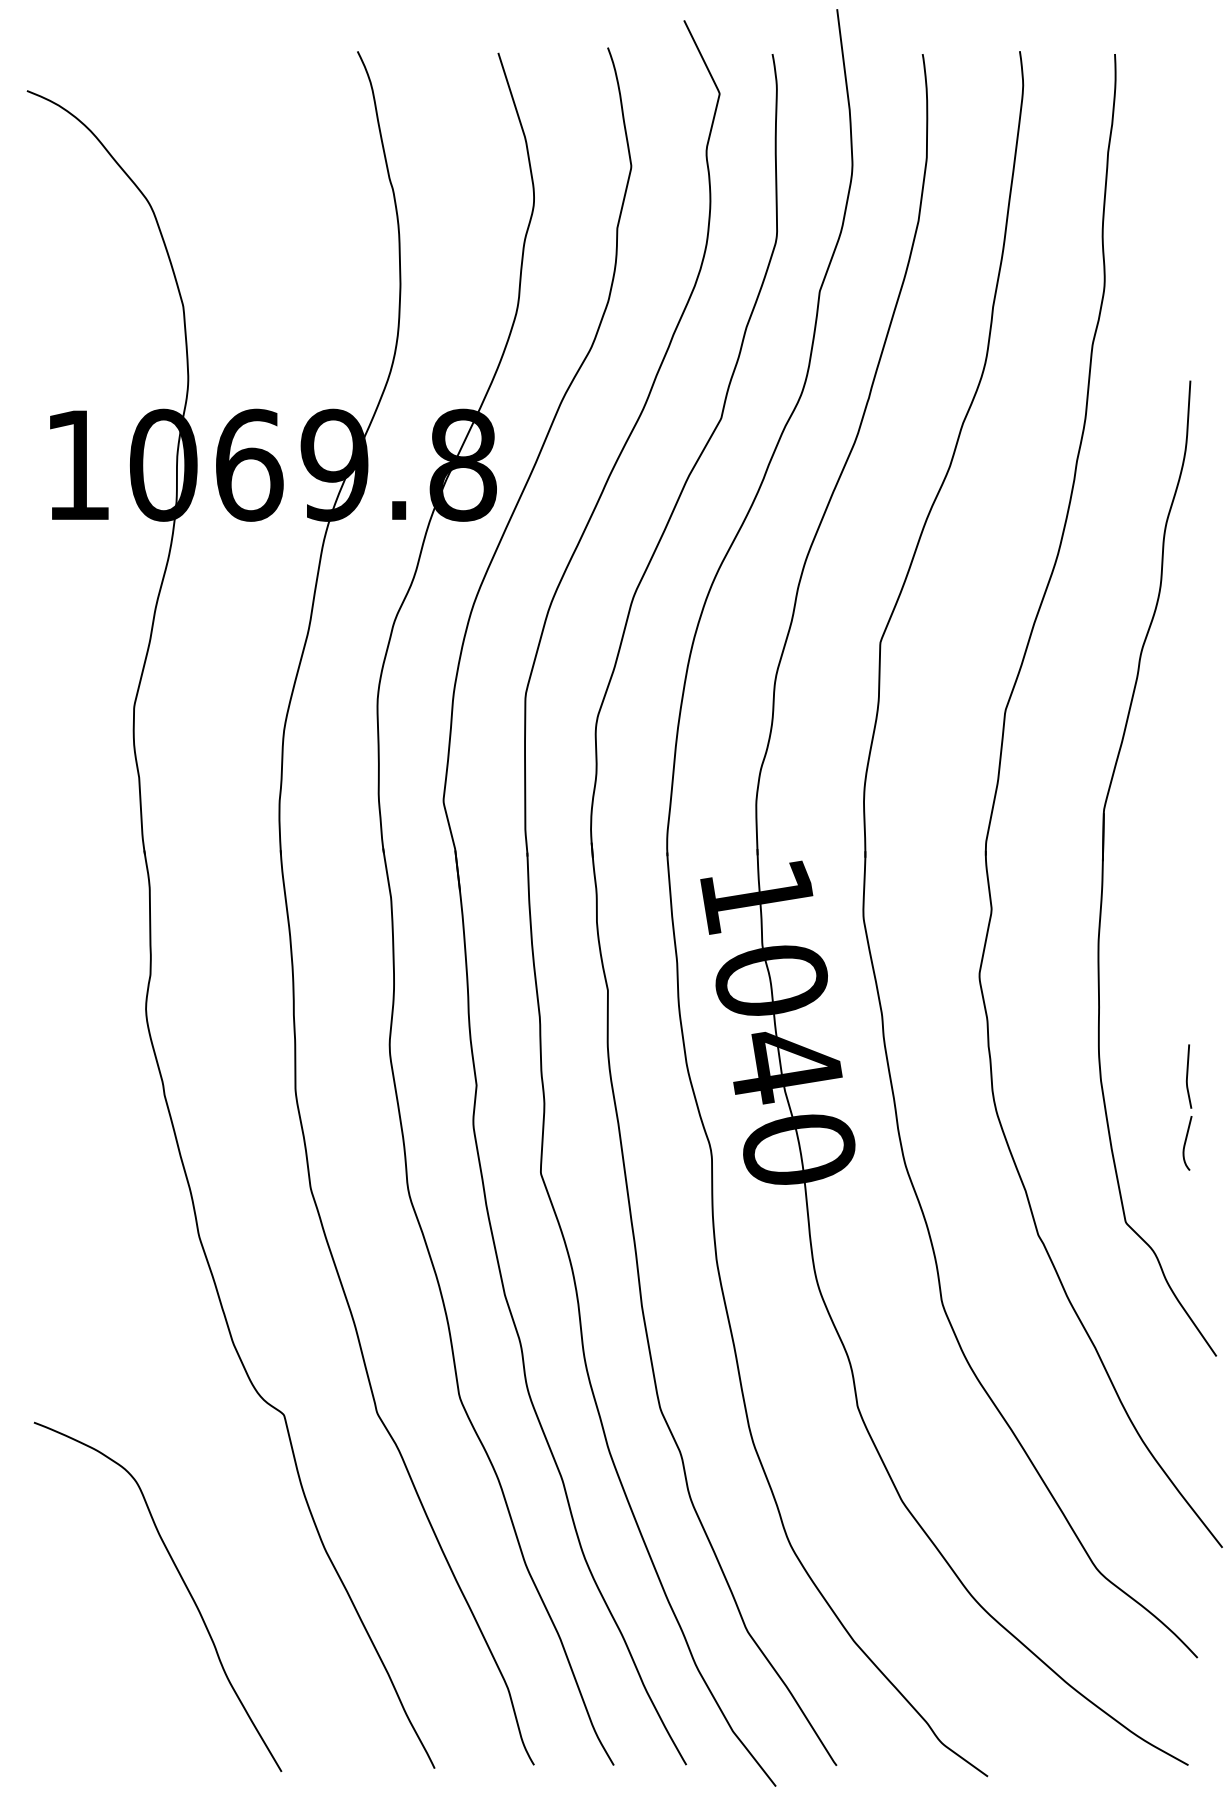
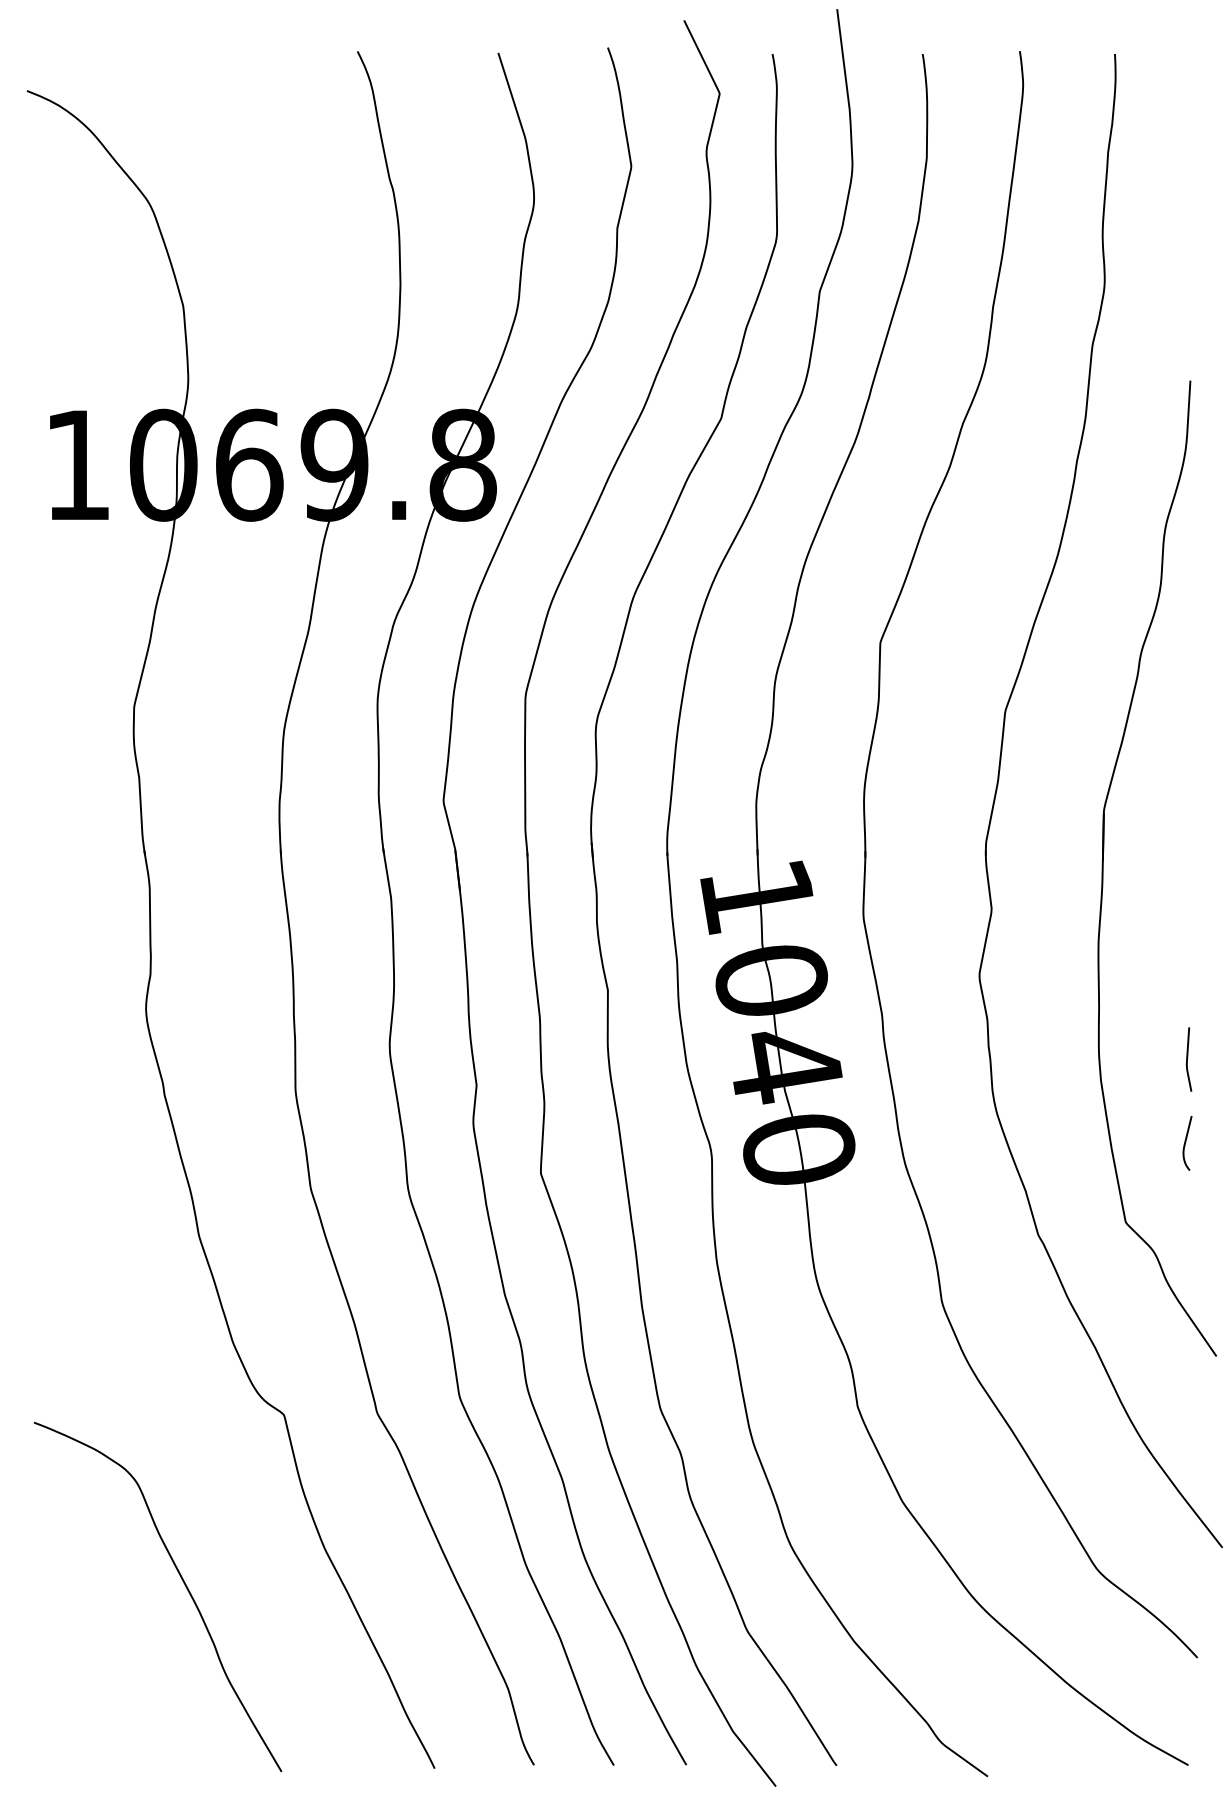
curve at (1188, 1075) position: (1188, 1075) -> (1188, 1058)
